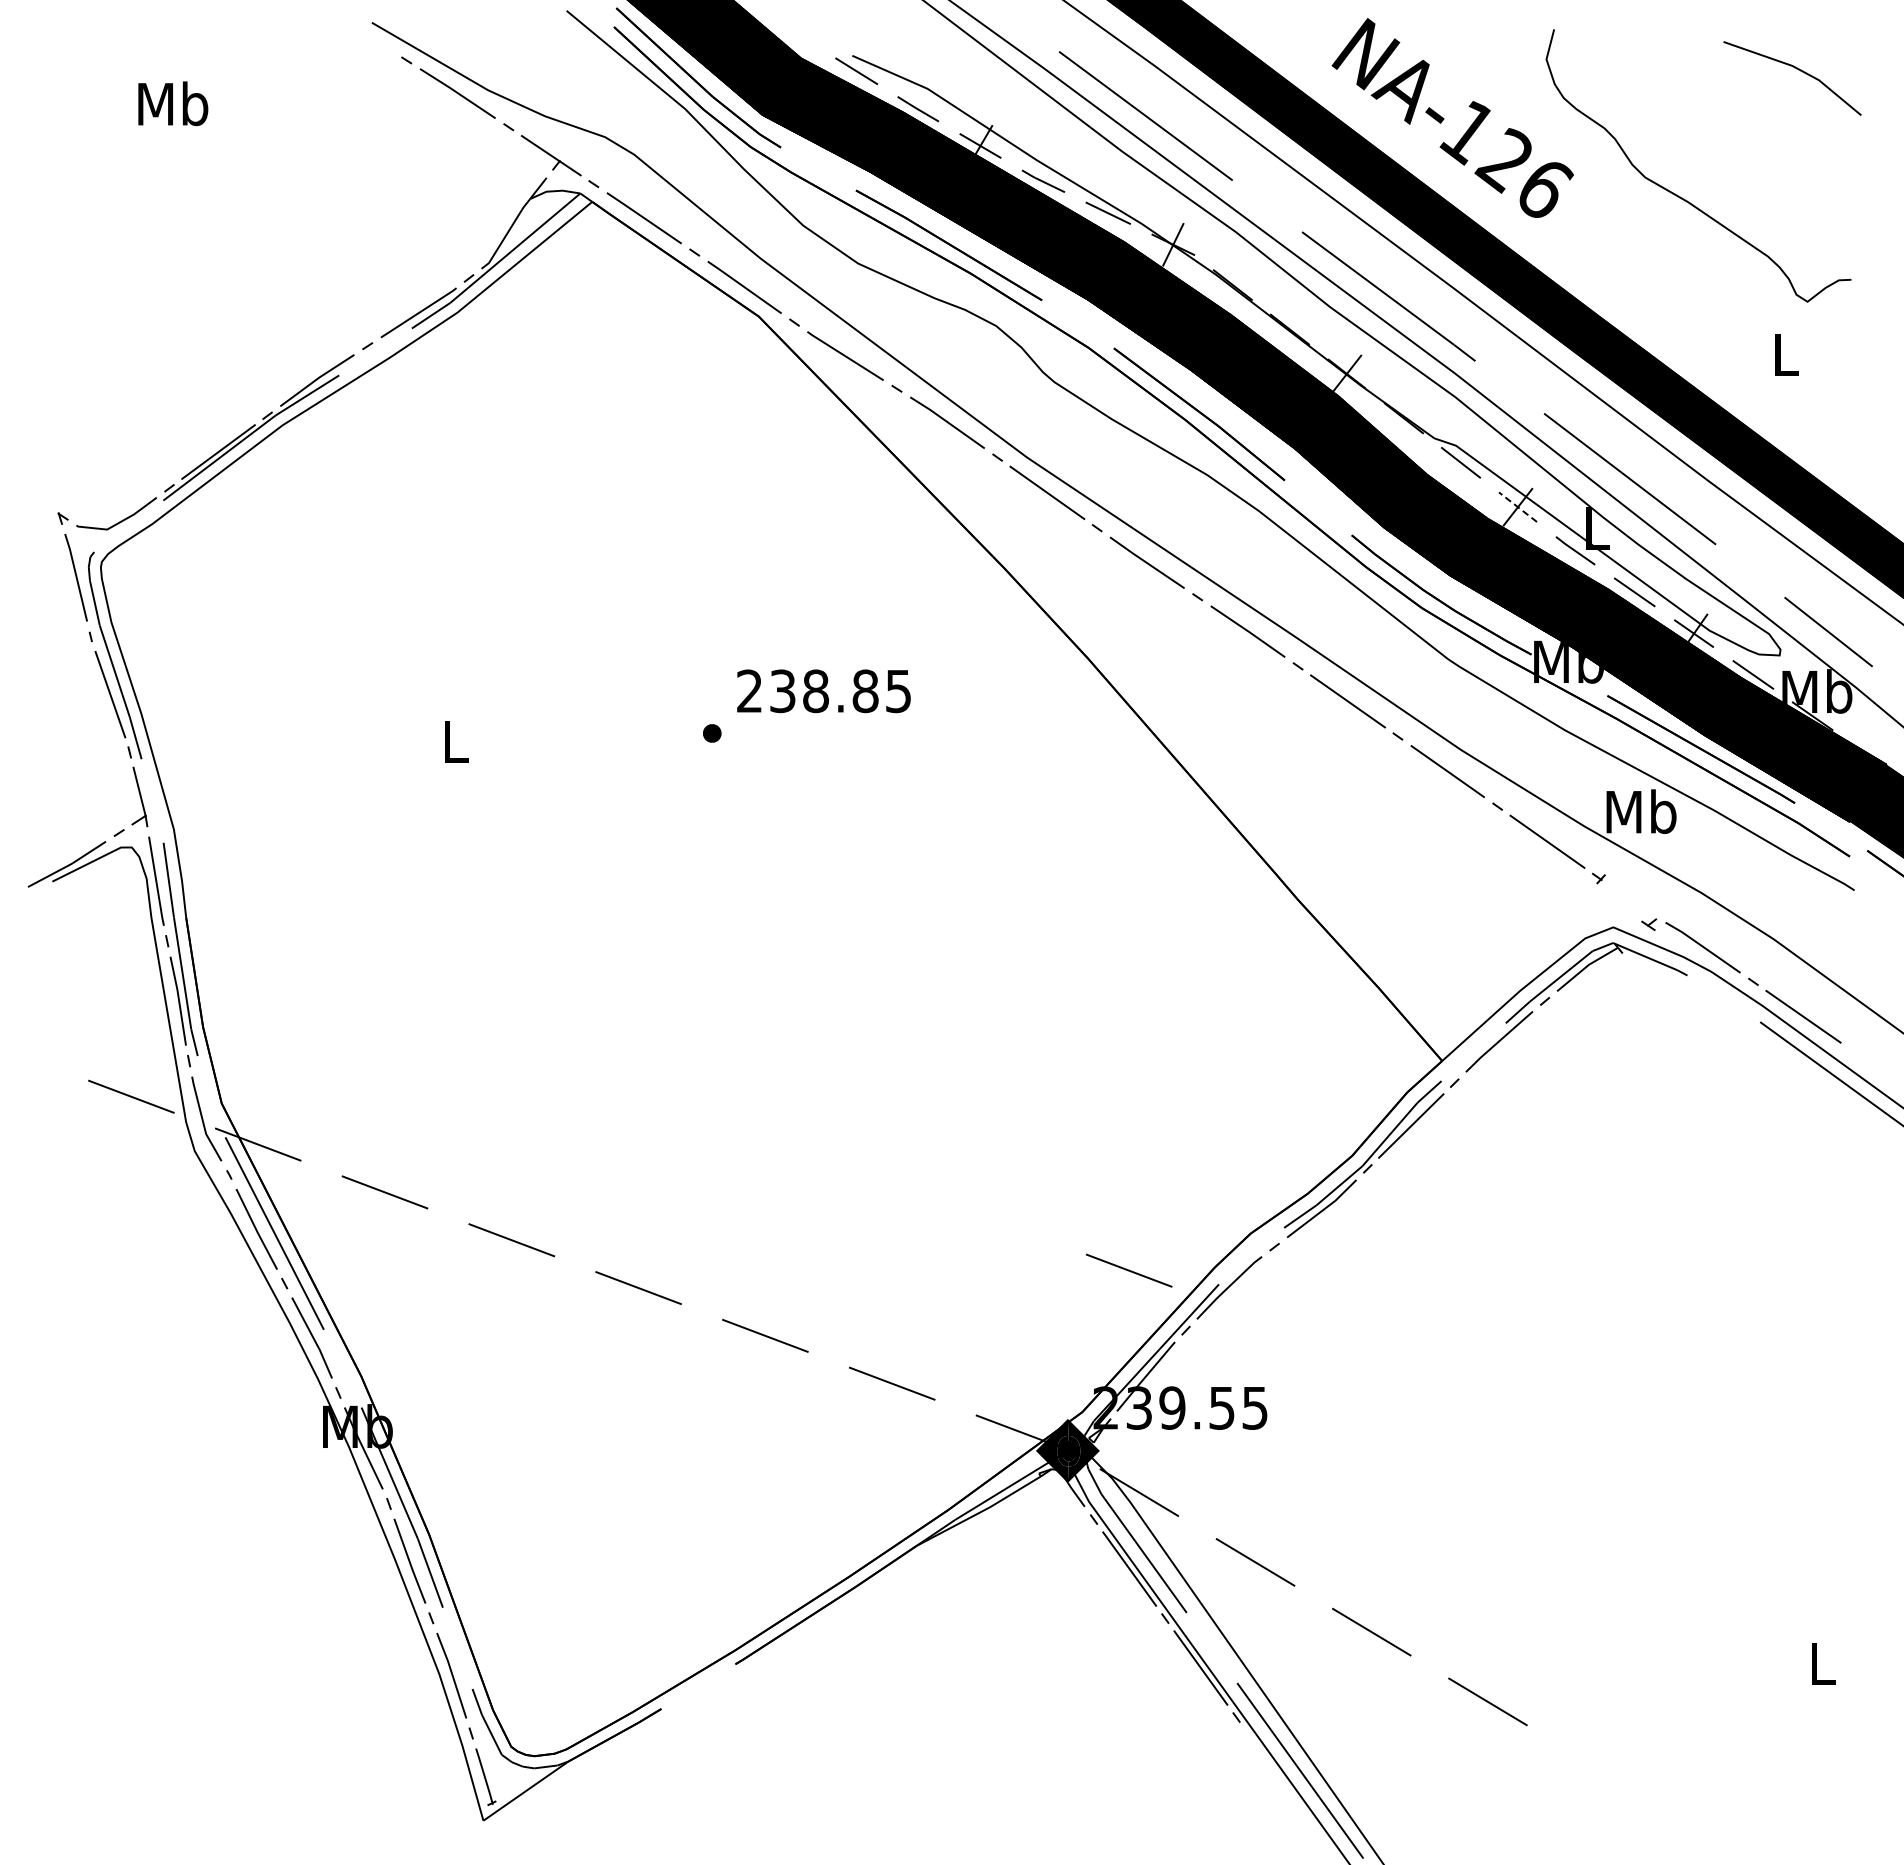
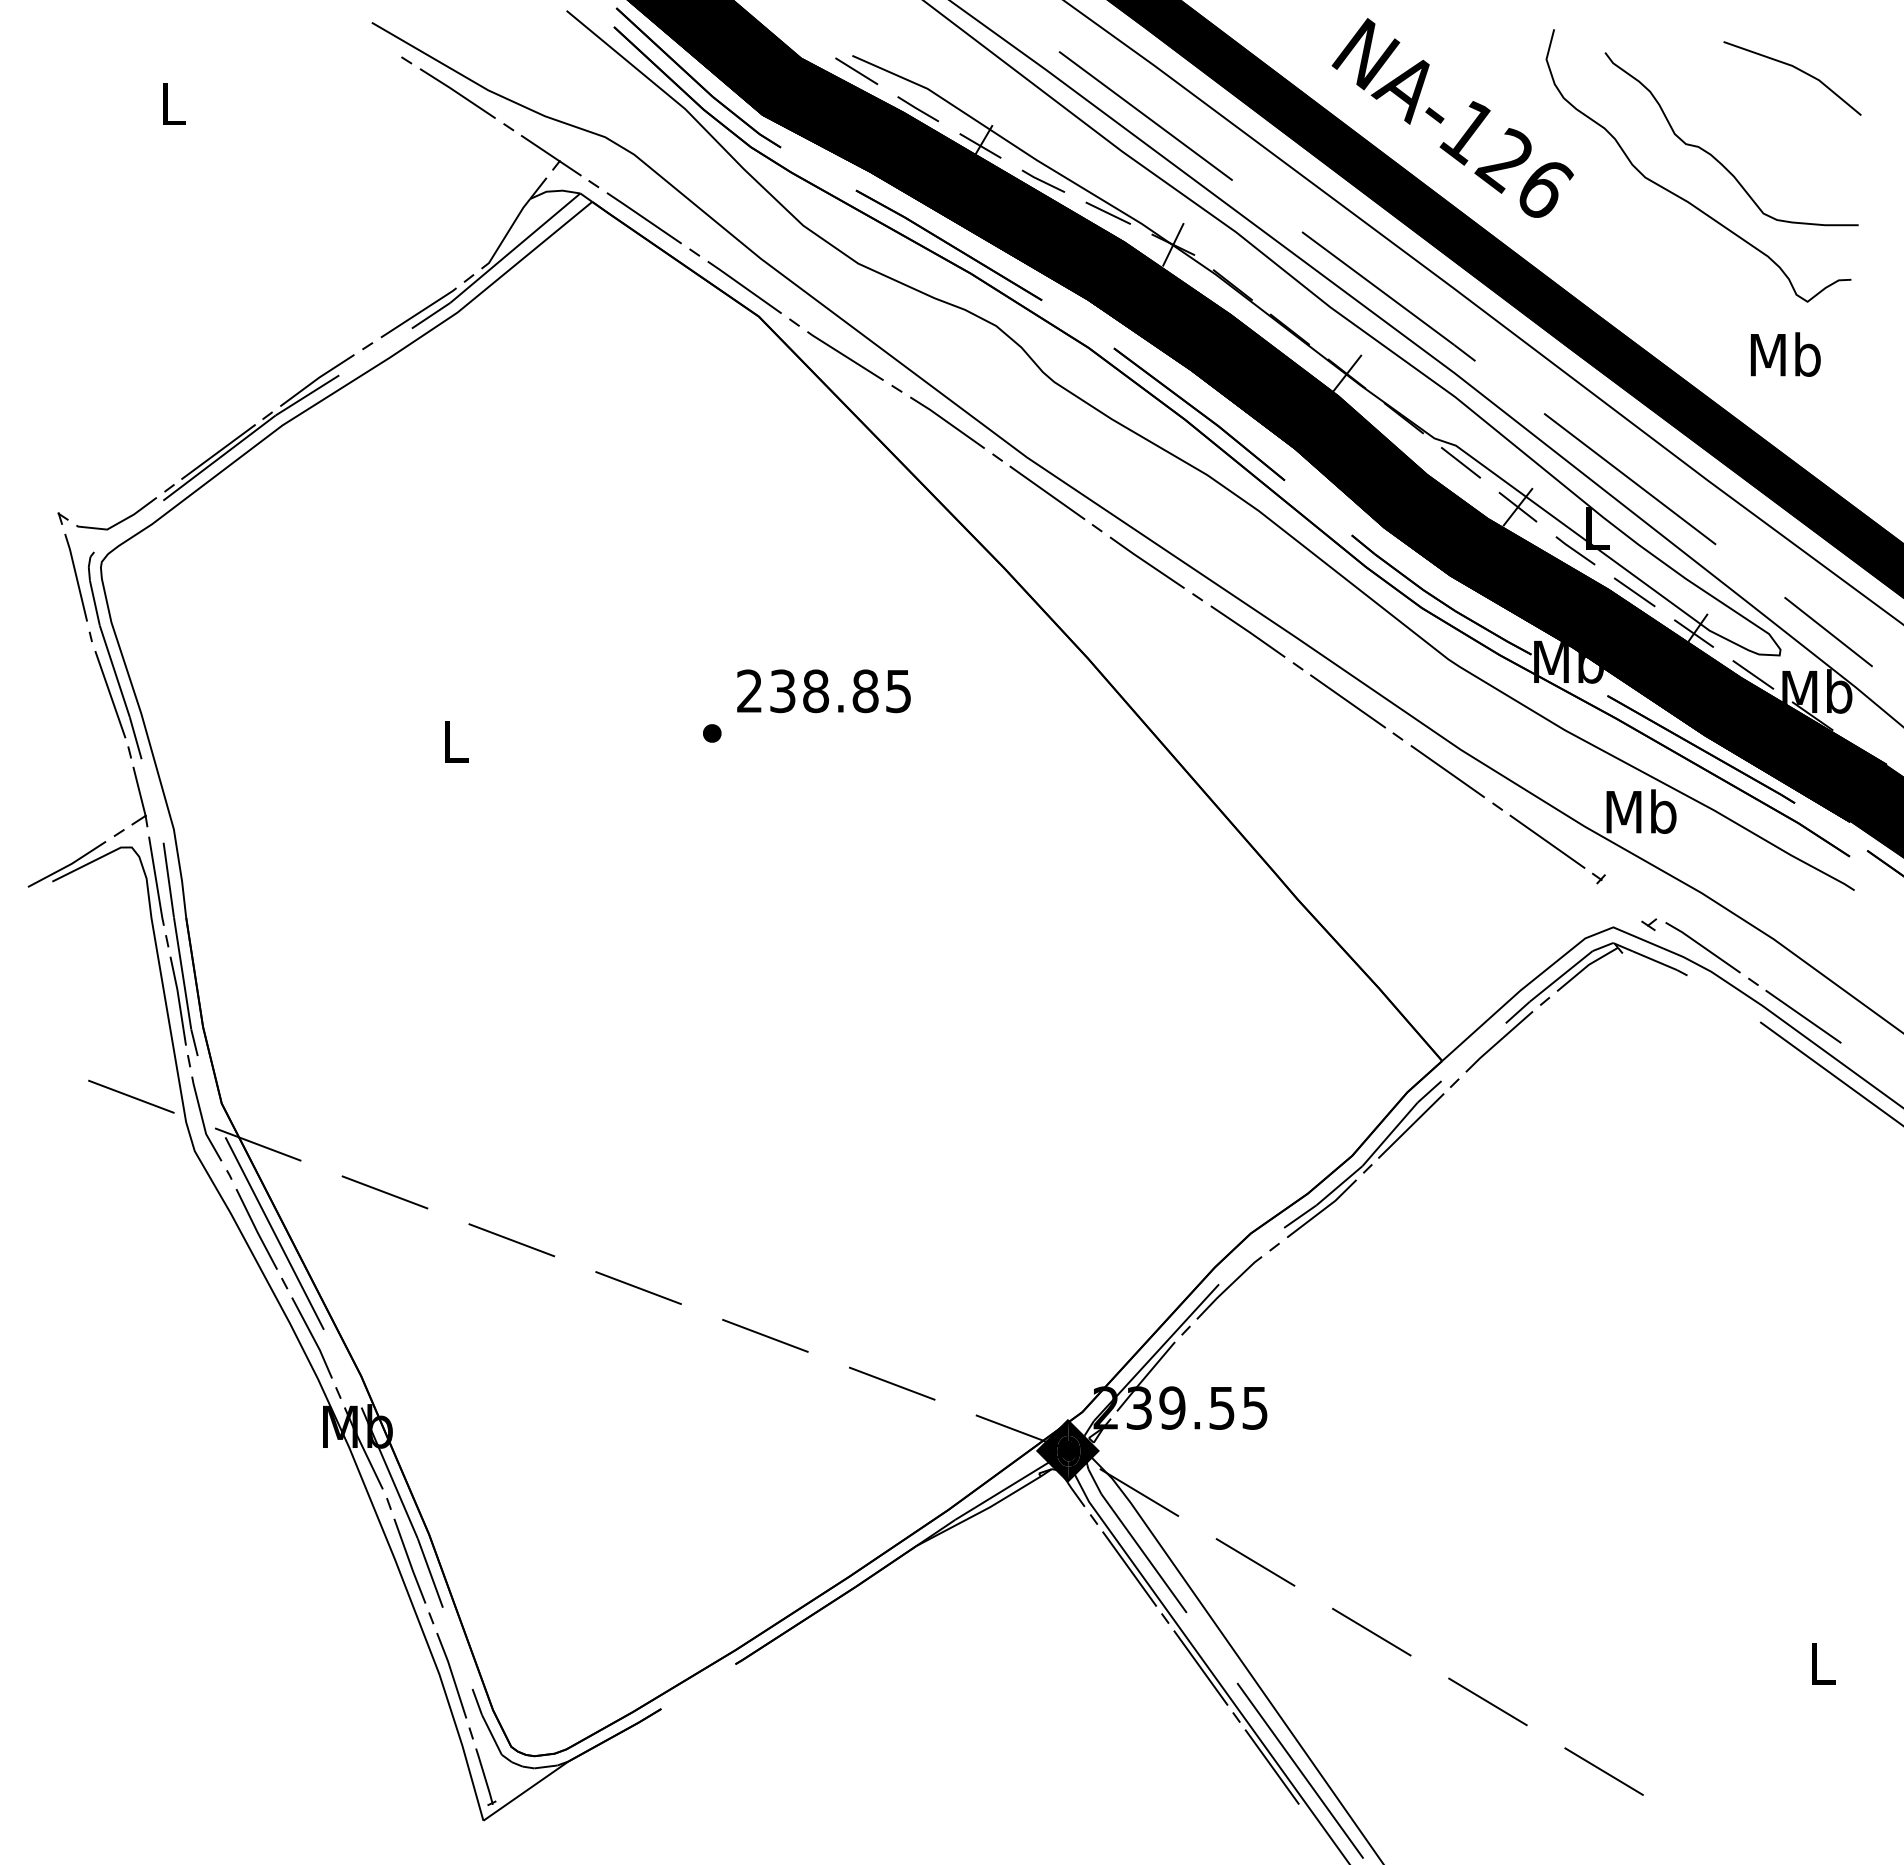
text at (173, 103): Mb -> L
curve at (1714, 156): none -> present
text at (1785, 354): L -> Mb
line at (1518, 507): dashed -> solid
line at (1129, 1270): present -> none
line at (1271, 1766): none -> present
line at (1603, 1771): none -> present
